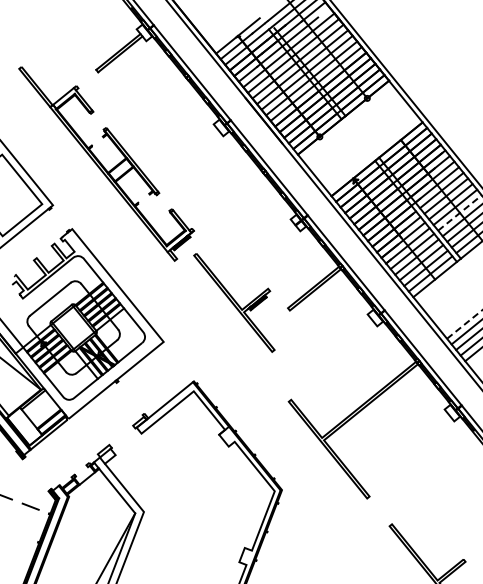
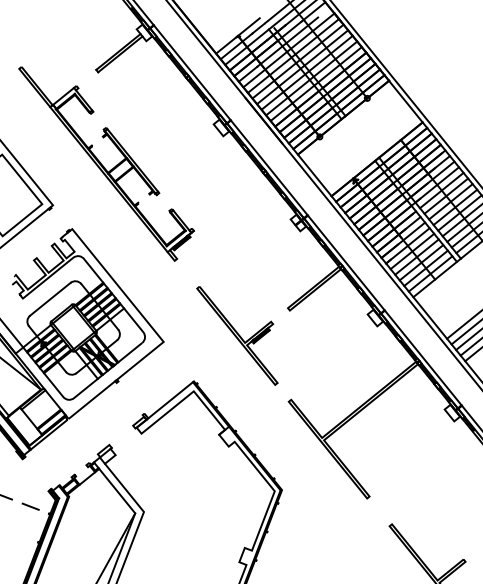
line at (460, 212): dashed -> solid
part at (234, 302) position: (234, 302) -> (237, 335)
line at (464, 324): dashed -> solid
